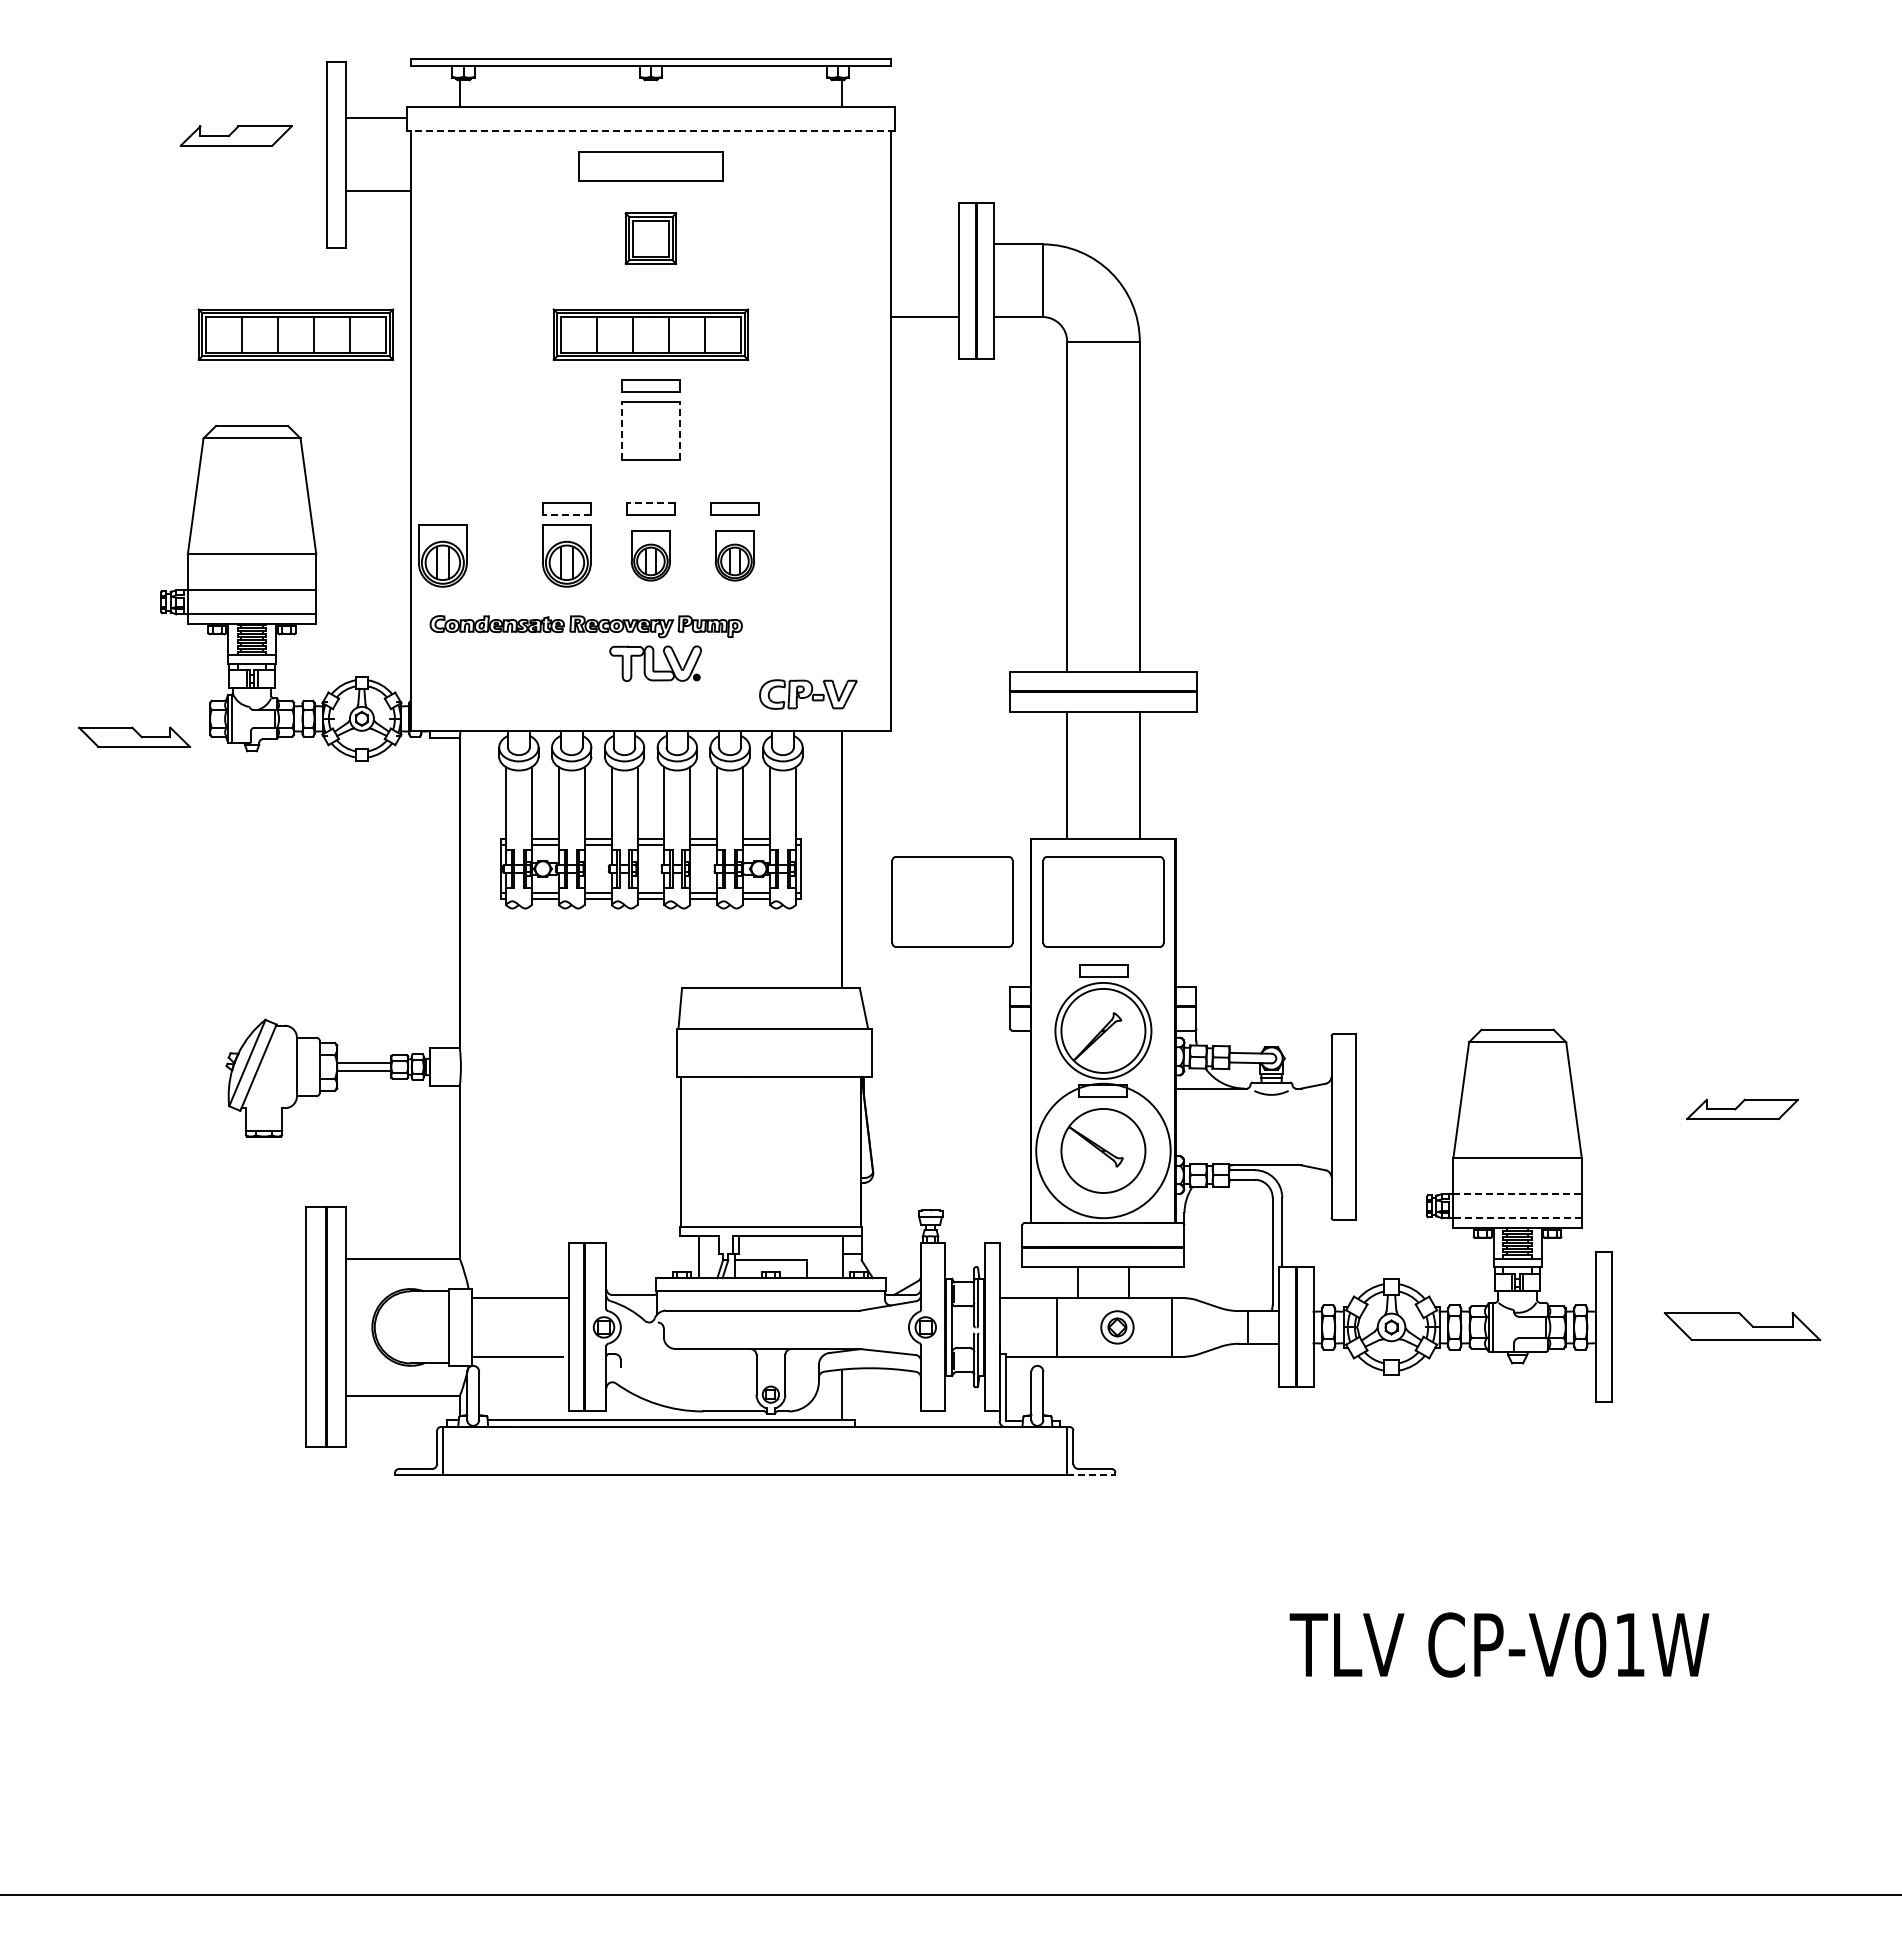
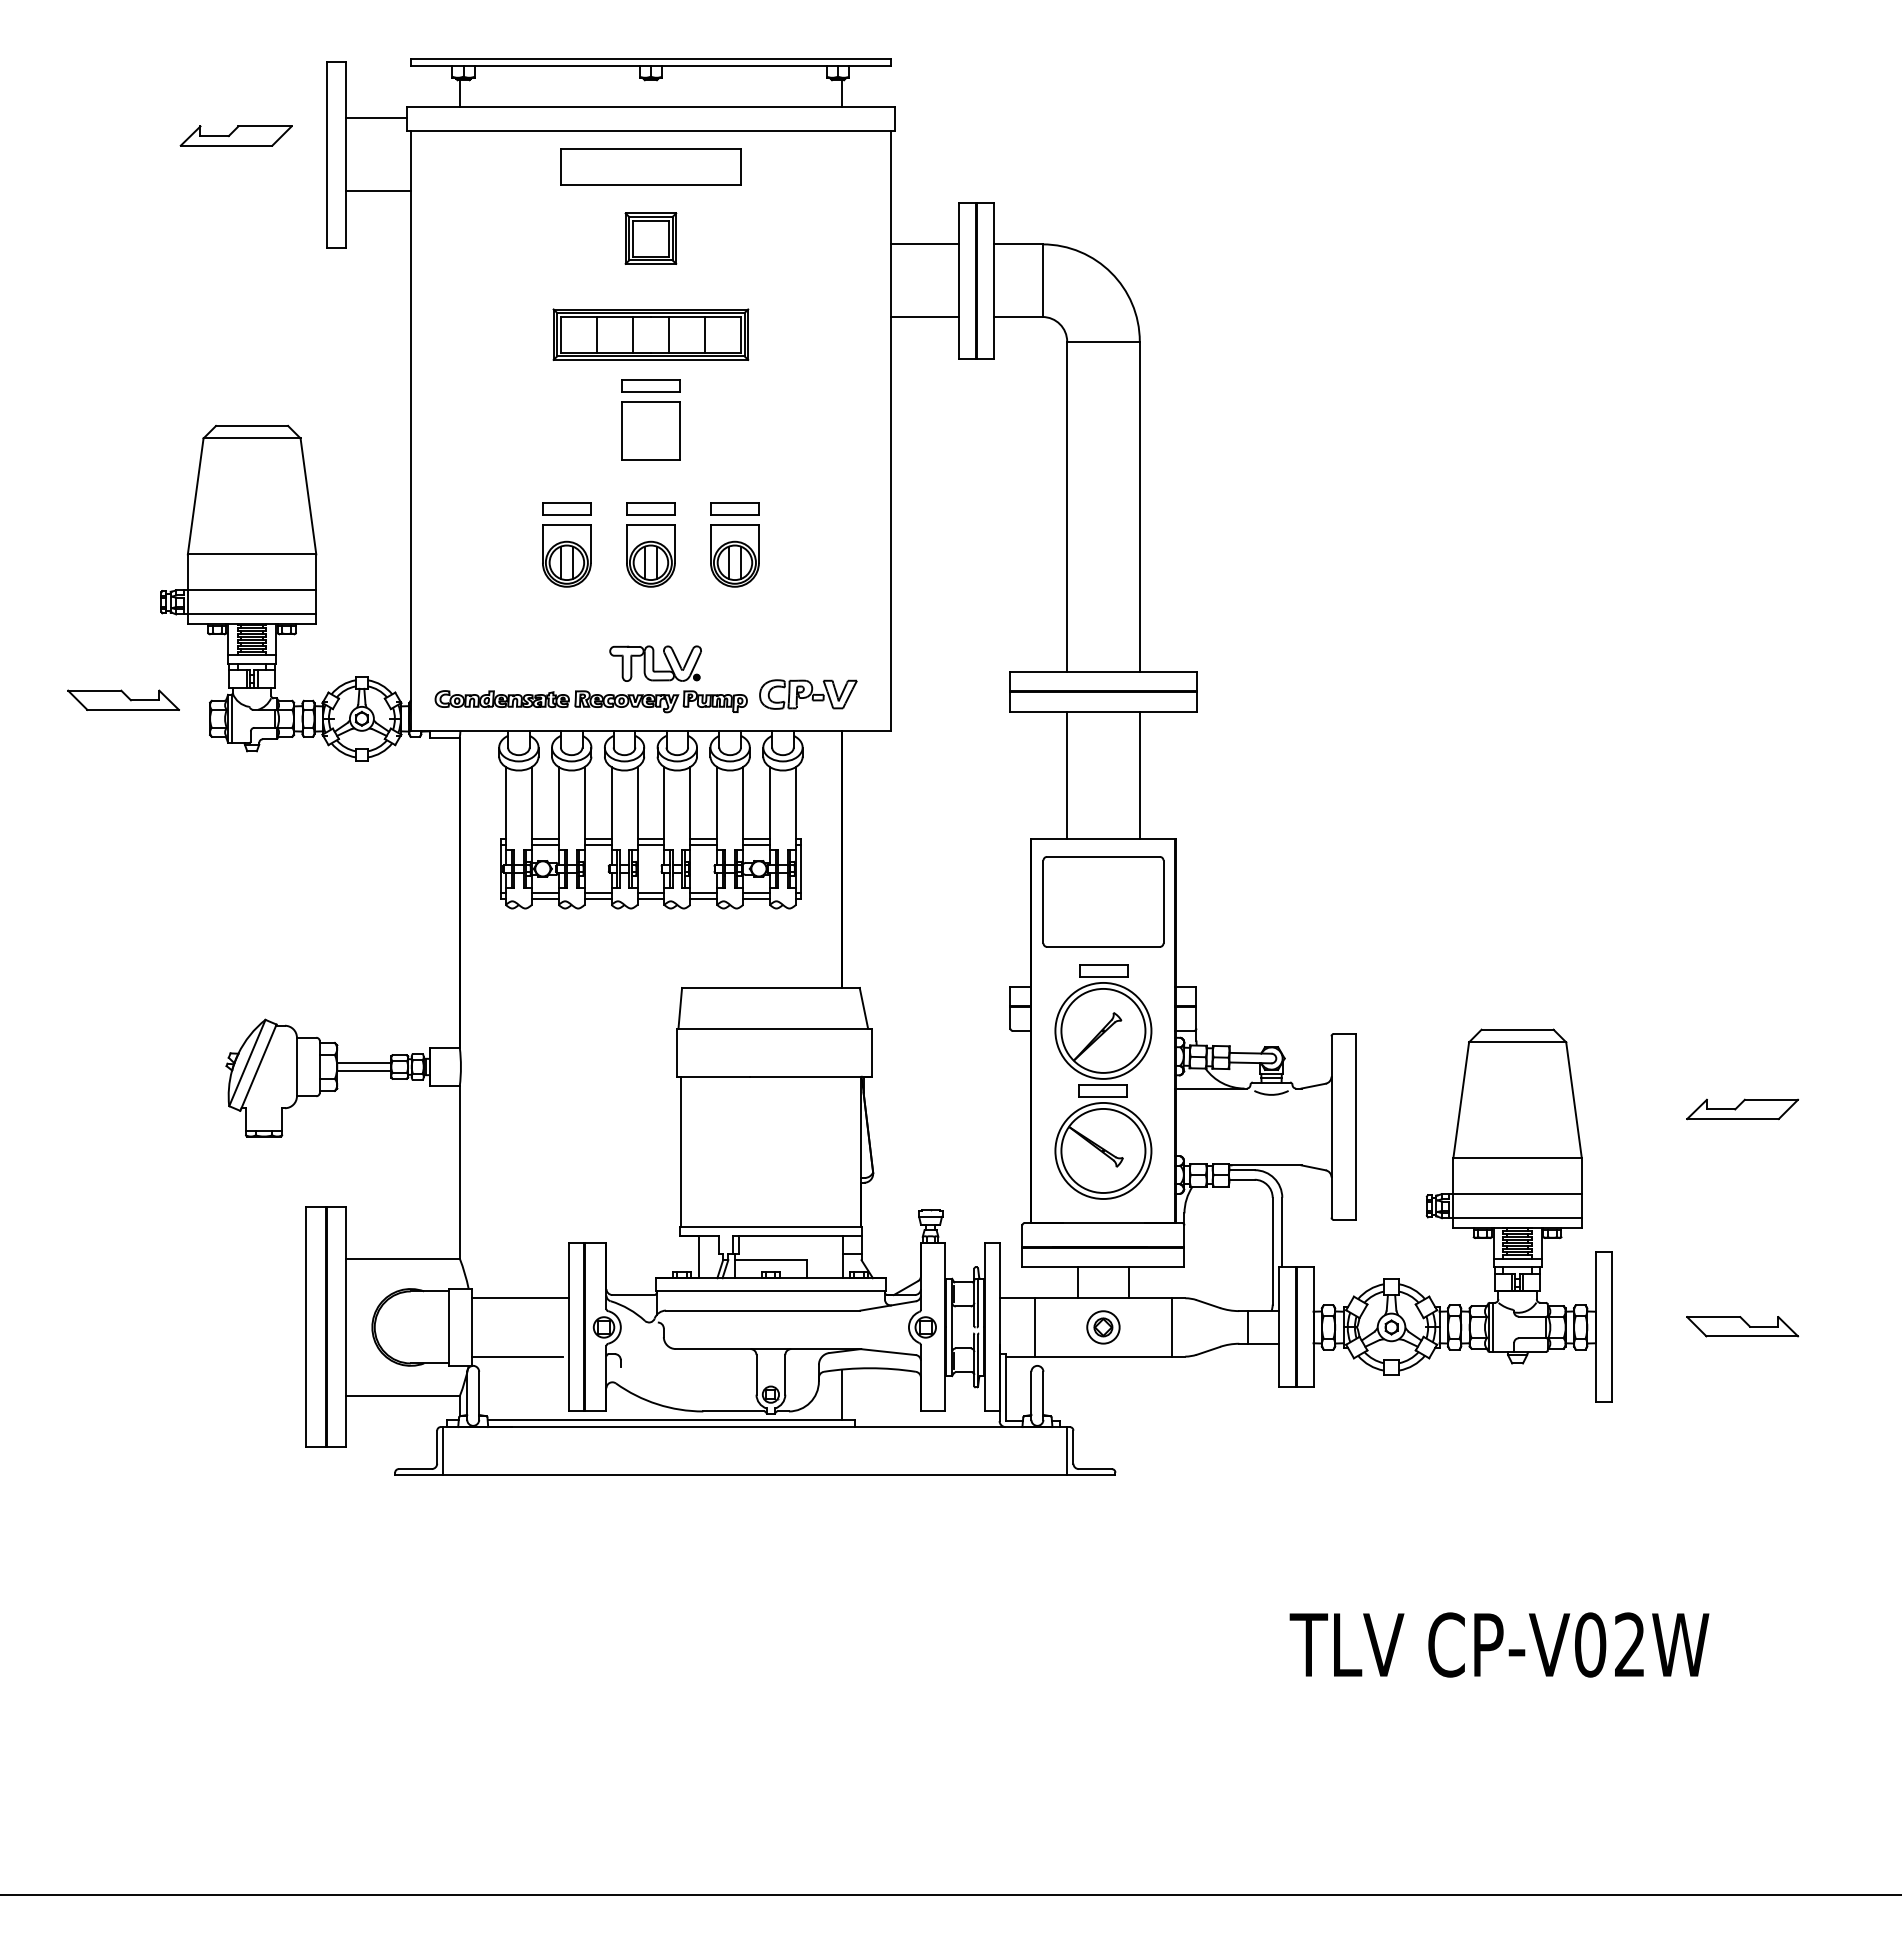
line at (650, 130): dashed -> solid
part at (650, 166) size: 146x31 px -> 182x38 px
line at (925, 244): none -> present
part at (295, 334): present -> none
line at (622, 430): dashed -> solid
line at (679, 430): dashed -> solid
line at (650, 503): dashed -> solid
line at (566, 515): dashed -> solid
part at (442, 555): present -> none
part at (650, 555) size: 41x52 px -> 50x64 px
part at (734, 555) size: 41x52 px -> 50x64 px
part at (585, 626) position: (585, 626) -> (590, 701)
part at (134, 736) position: (134, 736) -> (123, 699)
part at (952, 901): present -> none
circle at (1103, 1150) diameter: 134 px -> 96 px
line at (1518, 1194): dashed -> solid
line at (1517, 1218): dashed -> solid
part at (1741, 1326) size: 158x30 px -> 114x22 px
line at (1056, 1327) position: (1056, 1327) -> (1034, 1327)
part at (1117, 1327) position: (1117, 1327) -> (1103, 1327)
line at (1091, 1475): dashed -> solid
text at (1629, 1644): CP-V01W -> CP-V02W
